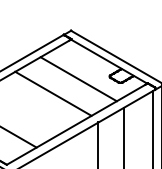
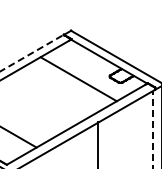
line at (32, 52): solid -> dashed
line at (53, 93): present -> none
line at (153, 129): solid -> dashed
line at (123, 136): present -> none
